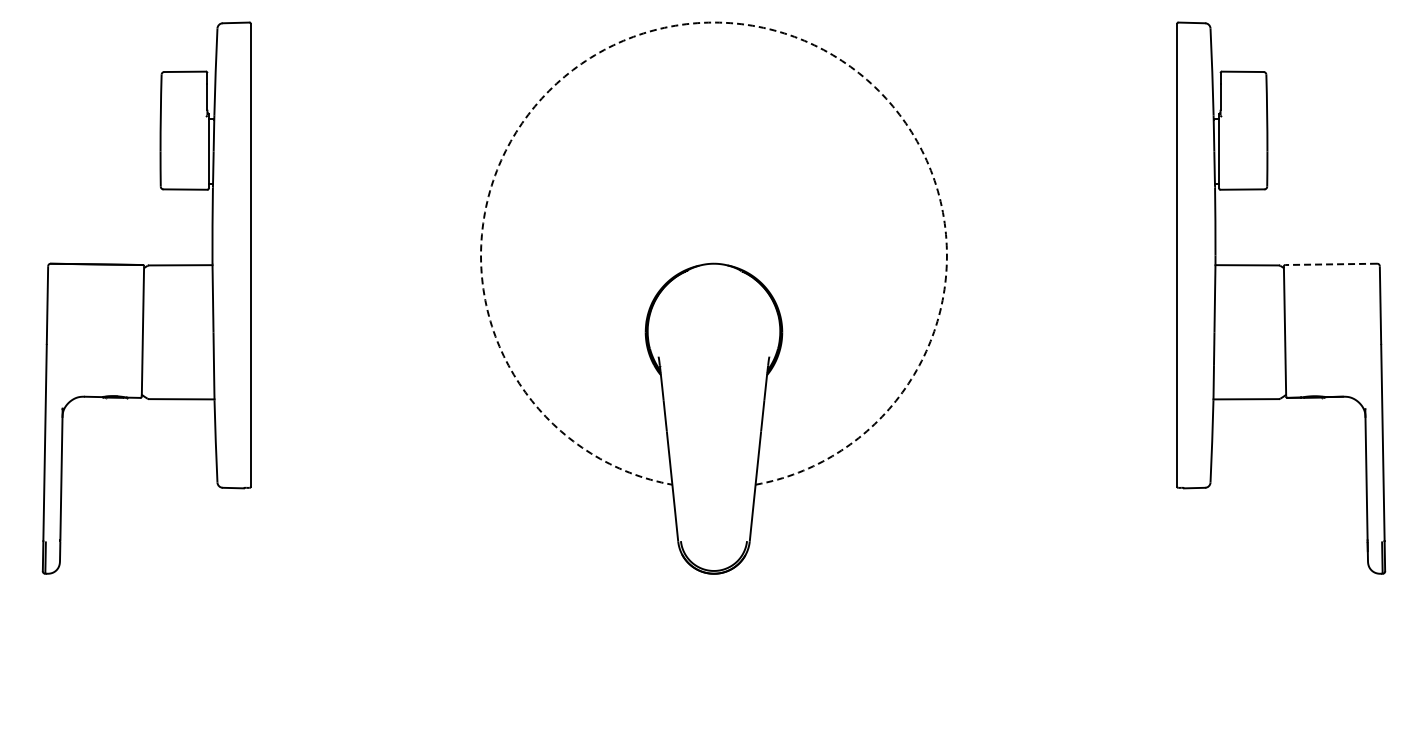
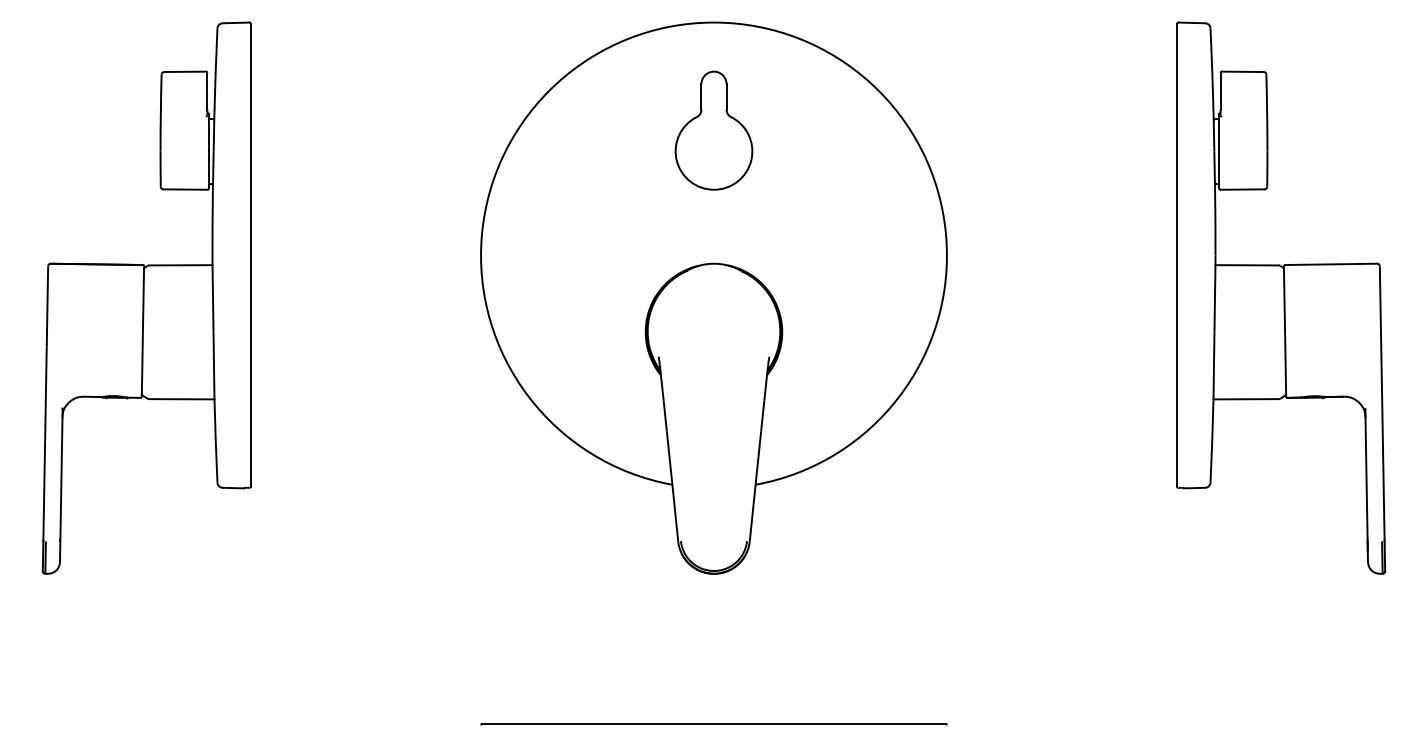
arc at (714, 22): dashed -> solid
part at (713, 130): none -> present
line at (1331, 264): dashed -> solid
line at (713, 724): none -> present
